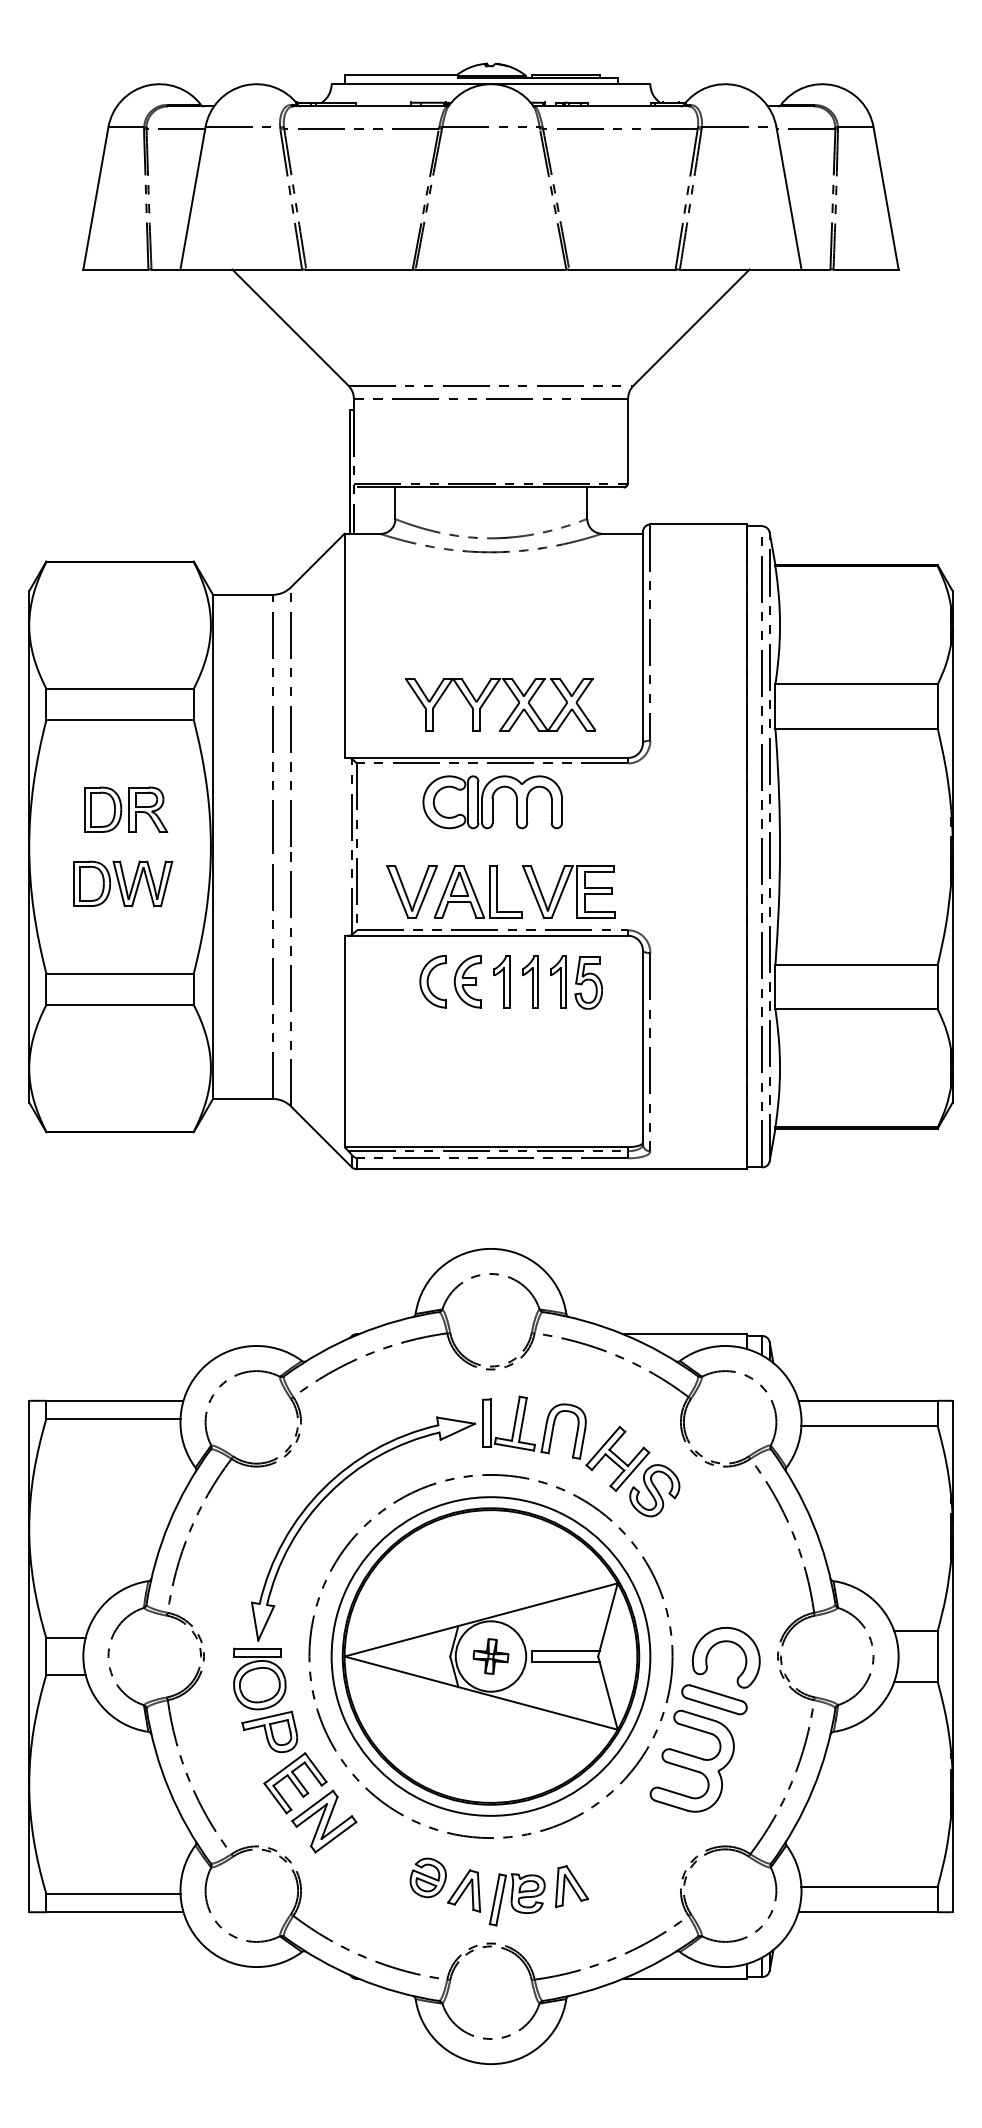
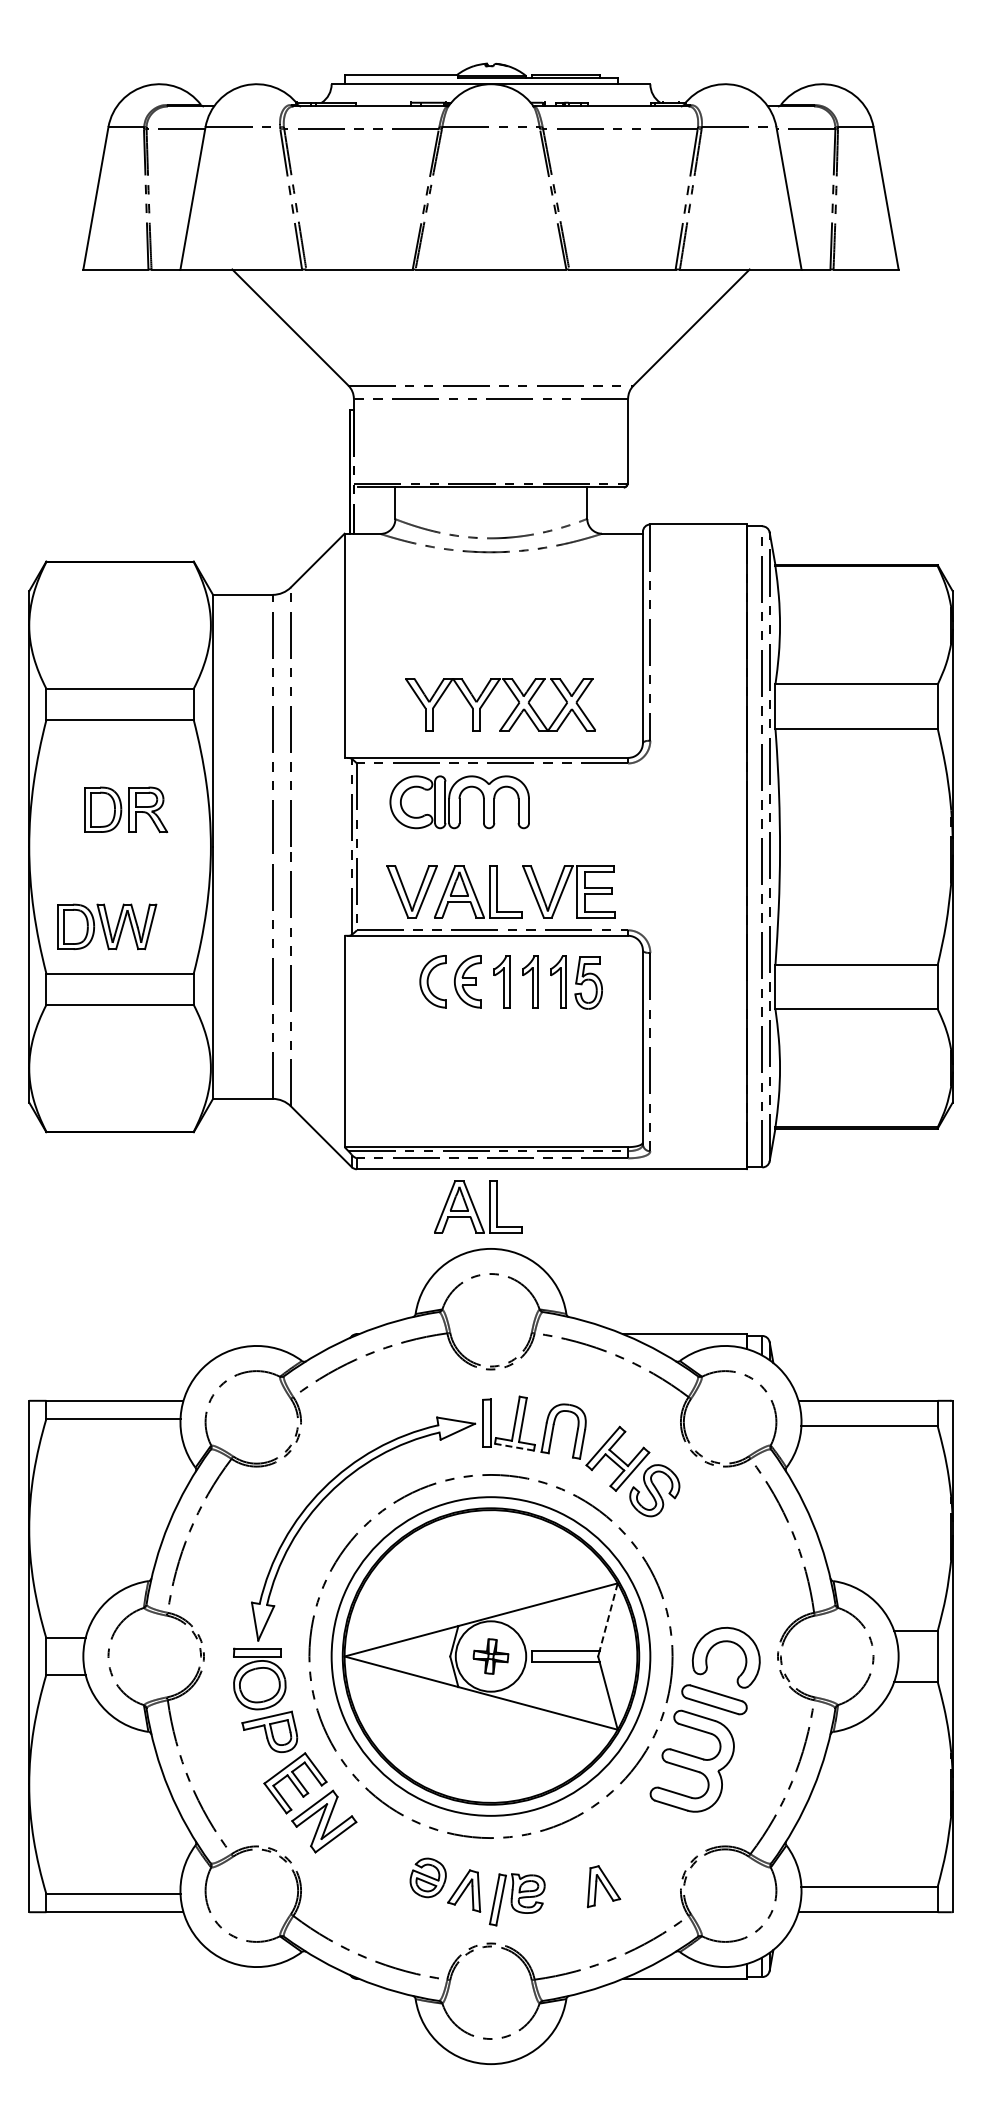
part at (492, 802) position: (492, 802) -> (459, 802)
part at (123, 883) position: (123, 883) -> (107, 926)
part at (478, 1206): none -> present
line at (514, 1447): solid -> dashed
line at (608, 1617): solid -> dashed
part at (572, 1886) position: (572, 1886) -> (604, 1886)
